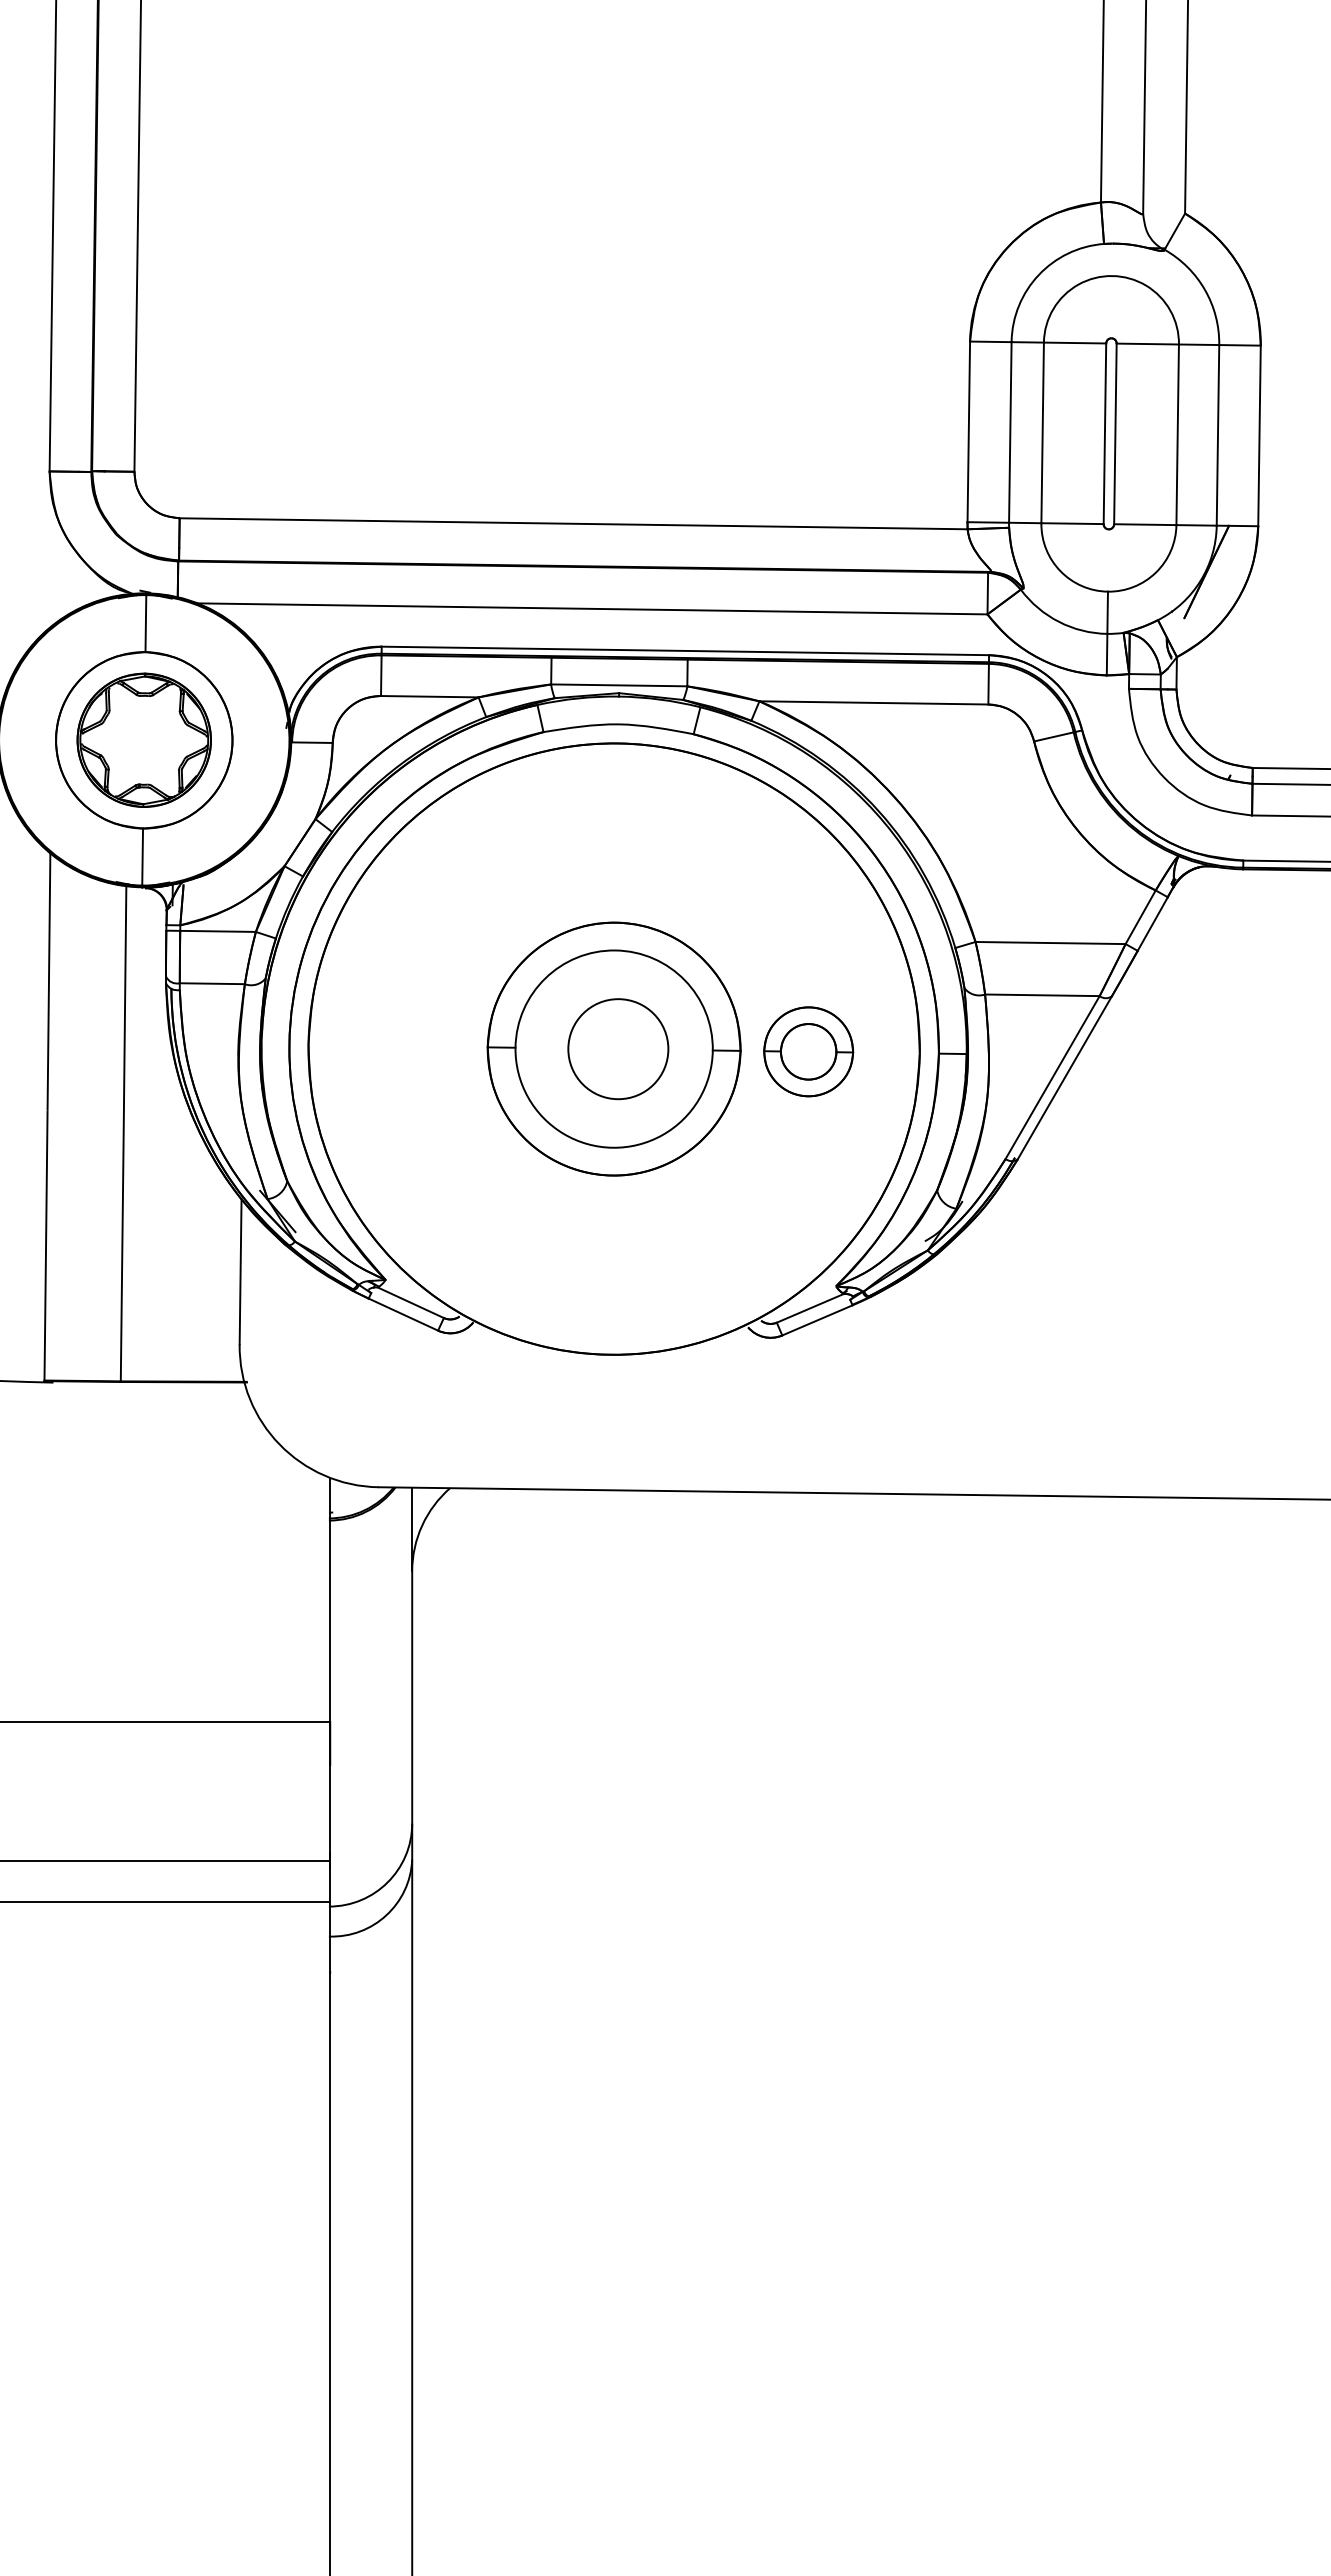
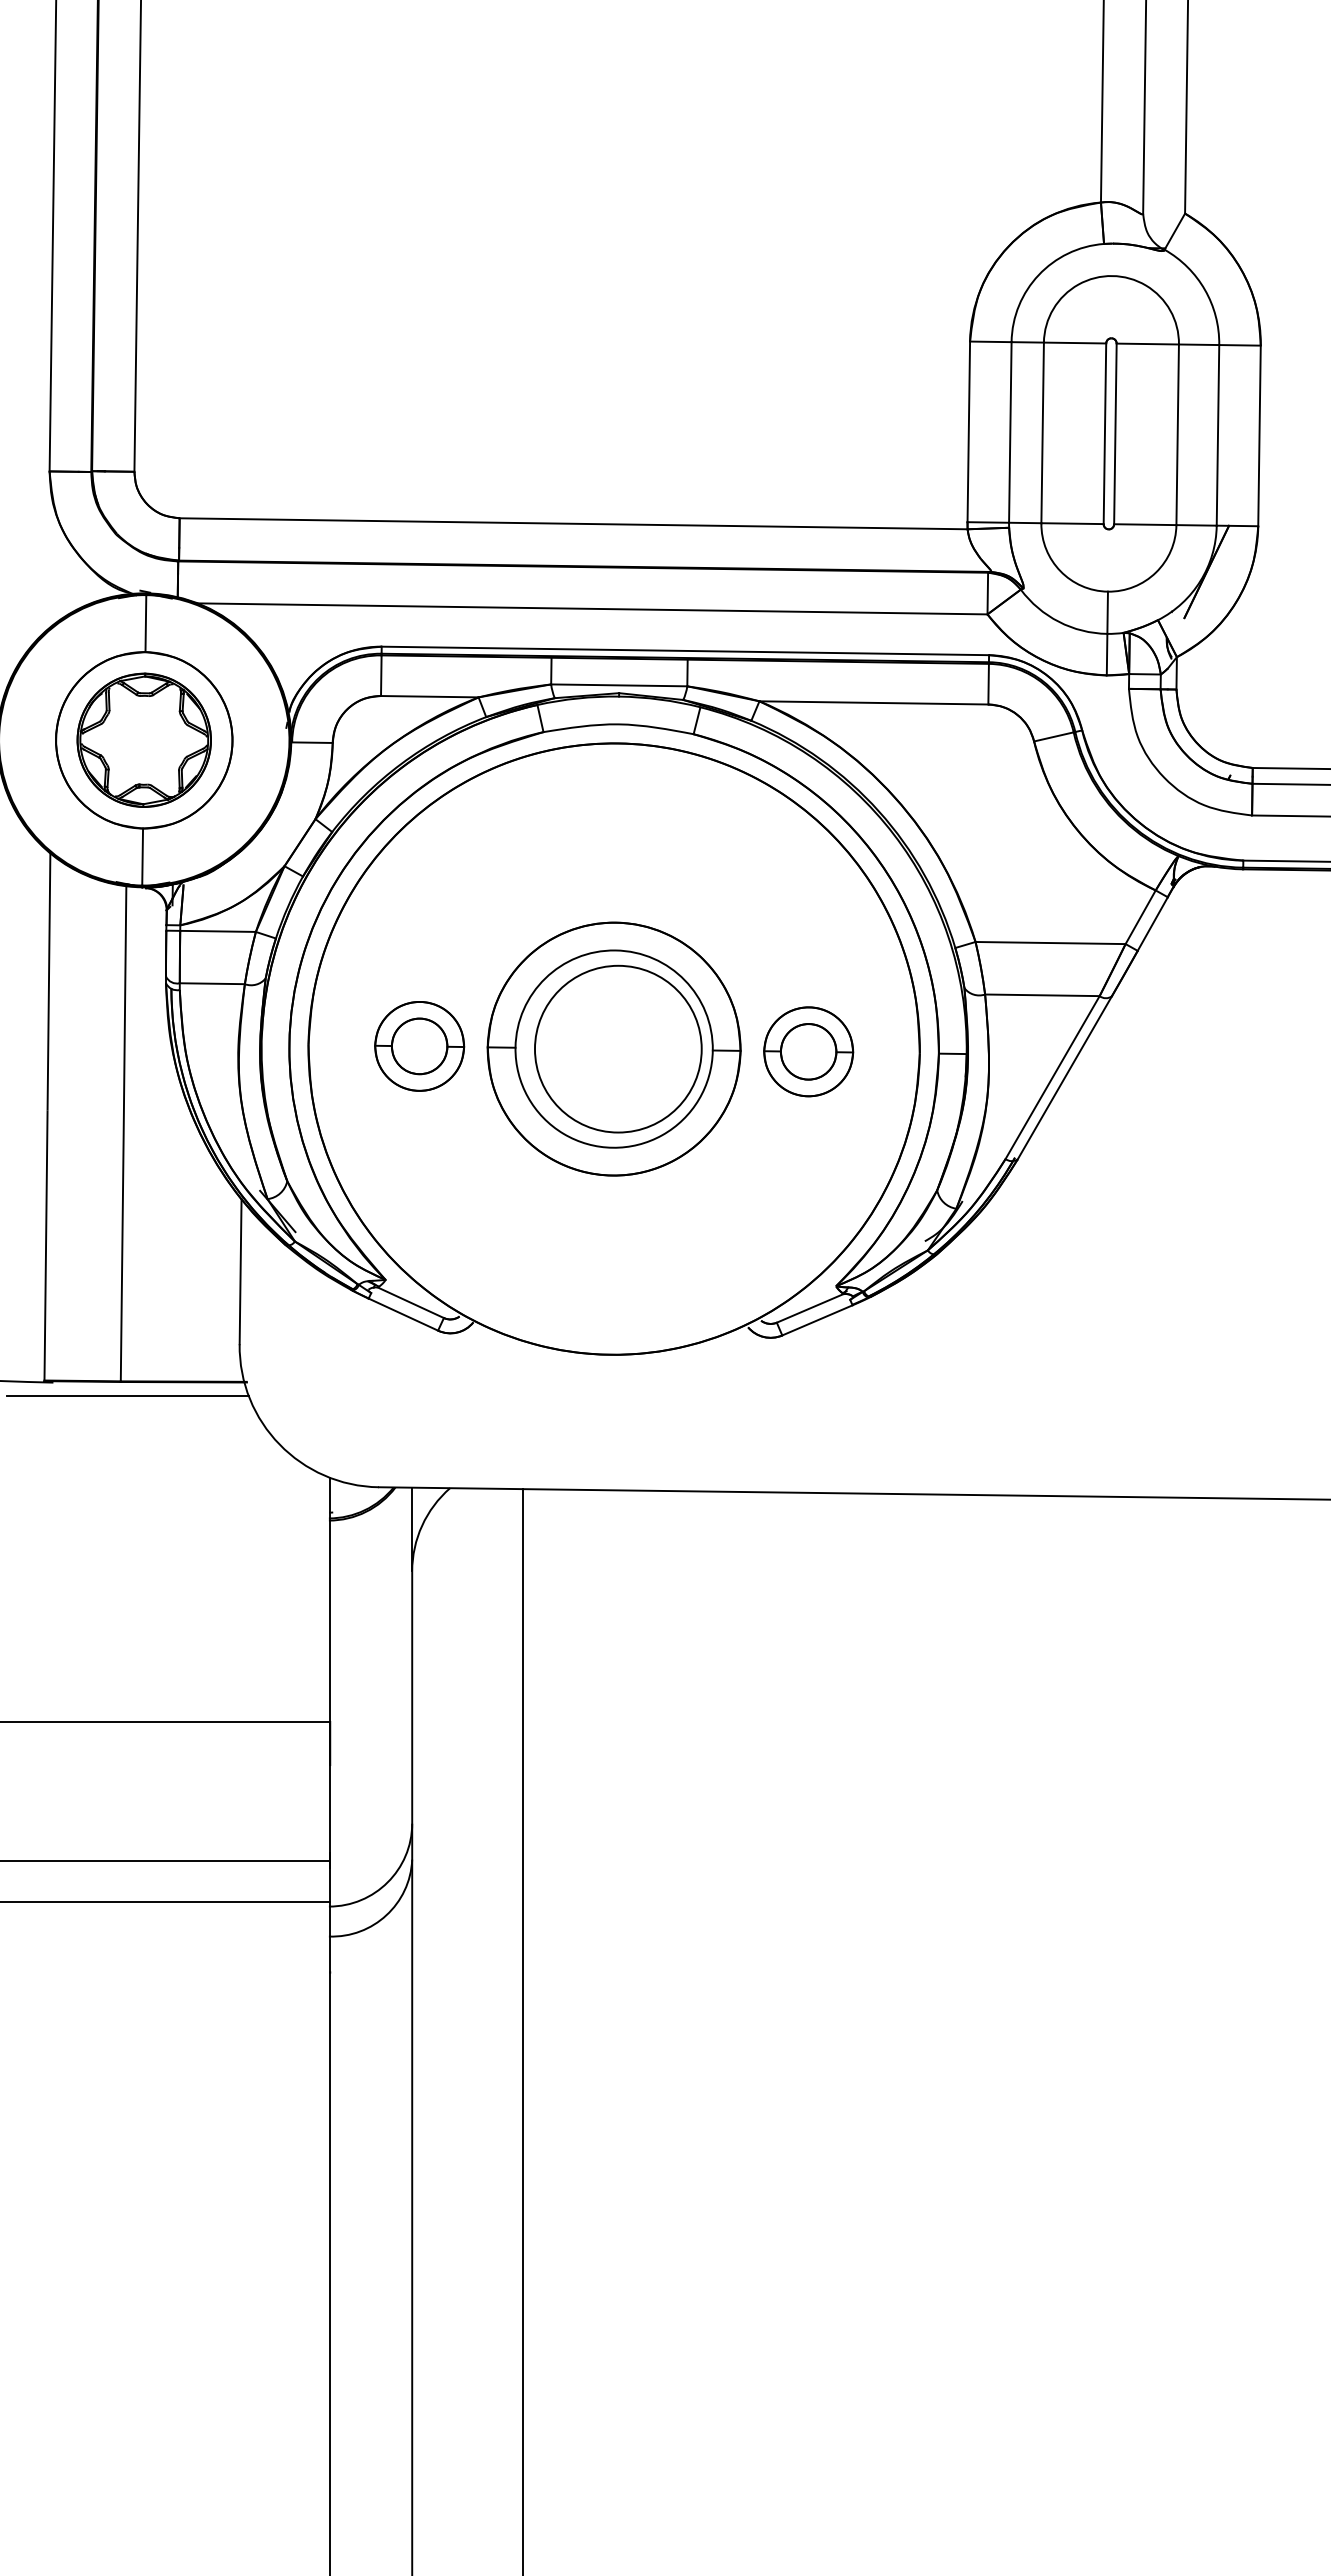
part at (419, 1046): none -> present
circle at (618, 1049) diameter: 100 px -> 167 px
line at (127, 1395): none -> present
line at (523, 2030): none -> present
